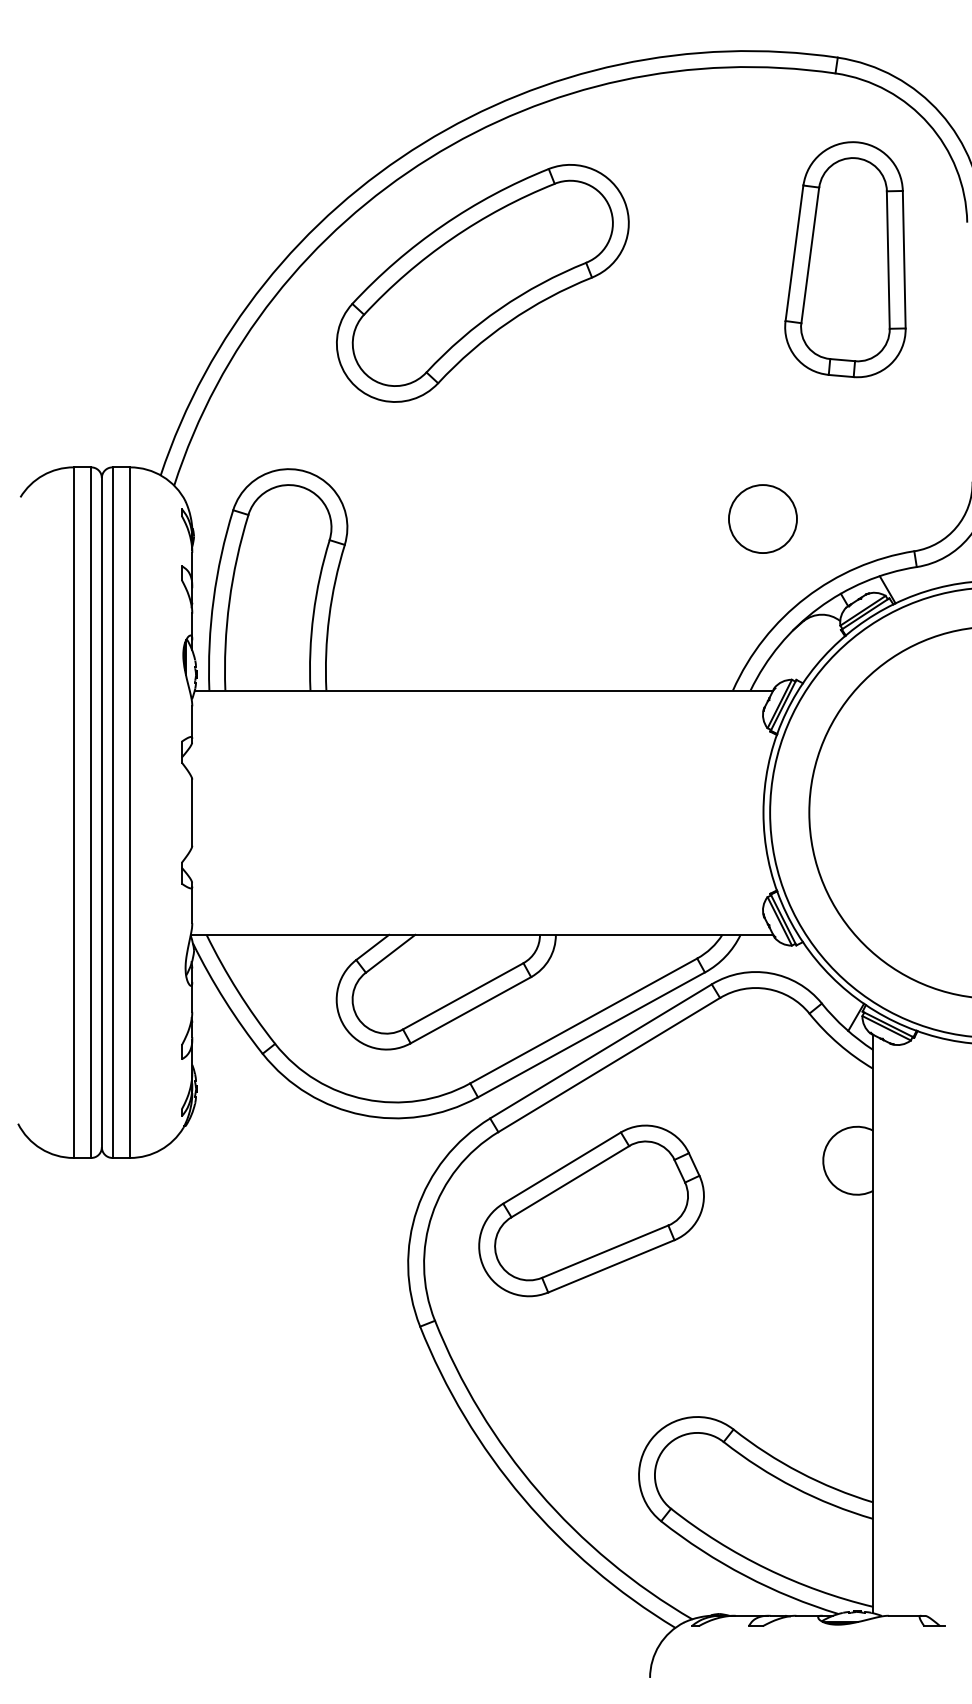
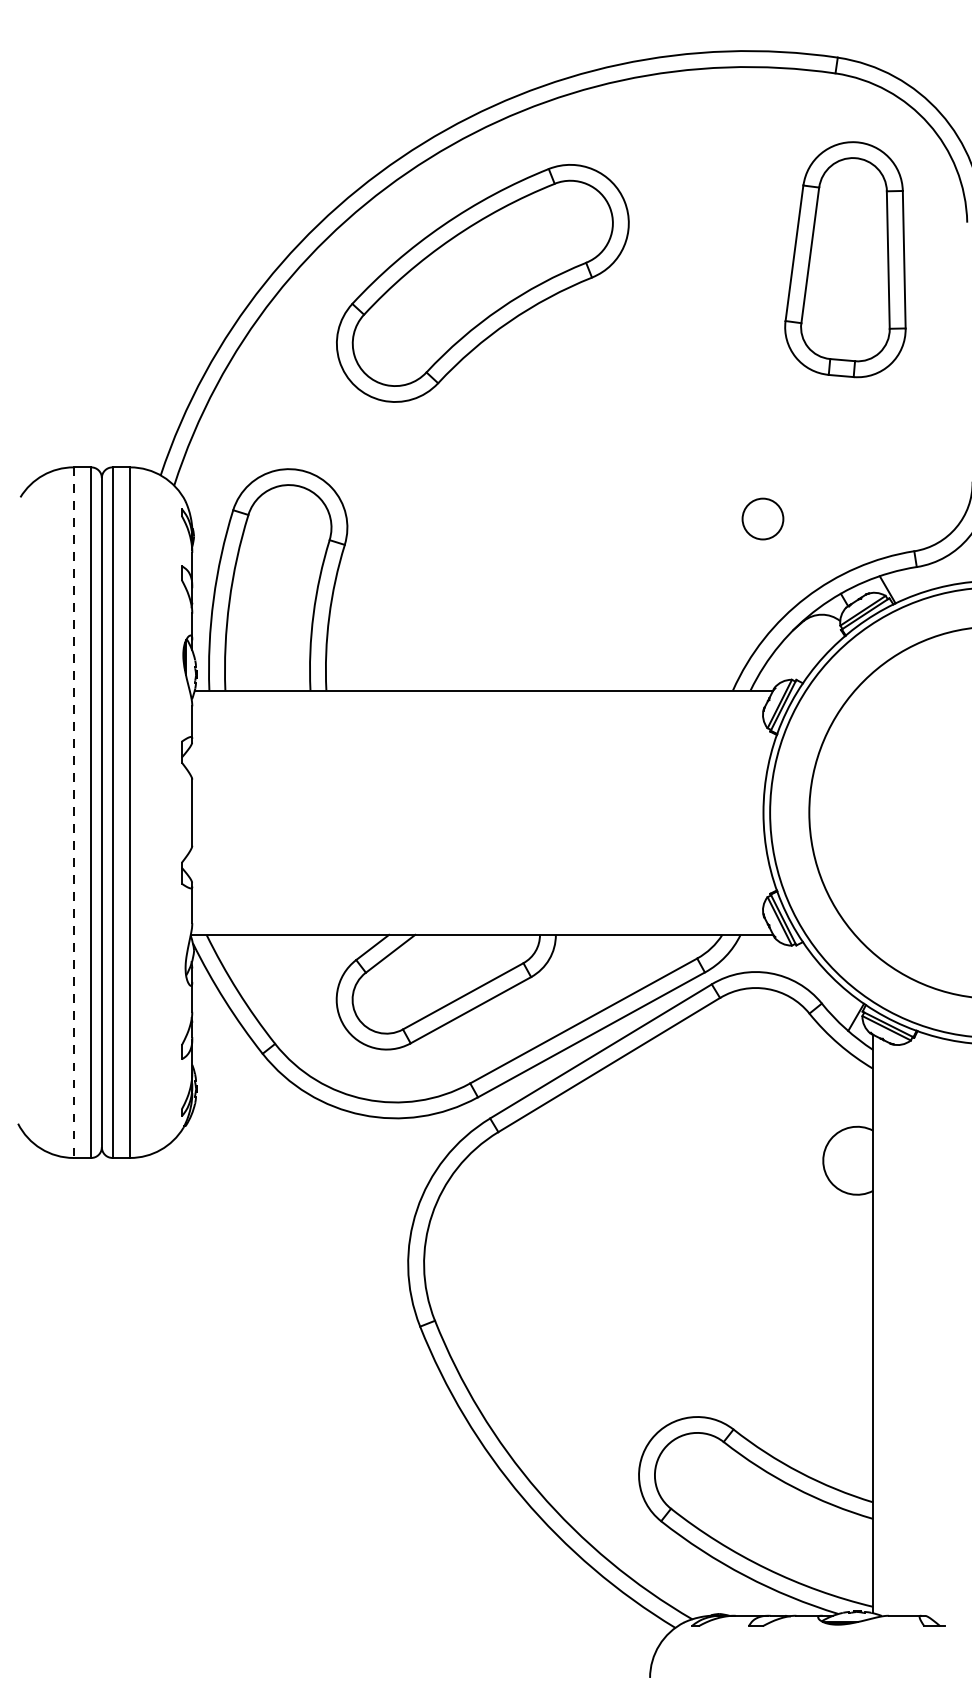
circle at (762, 519) diameter: 68 px -> 41 px
line at (73, 813): solid -> dashed
part at (591, 1210): present -> none
